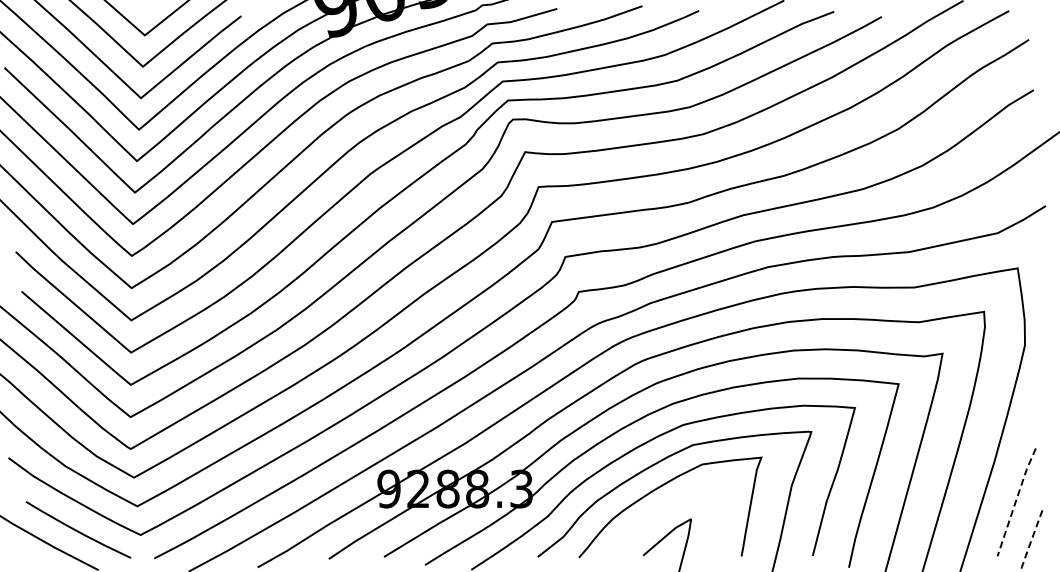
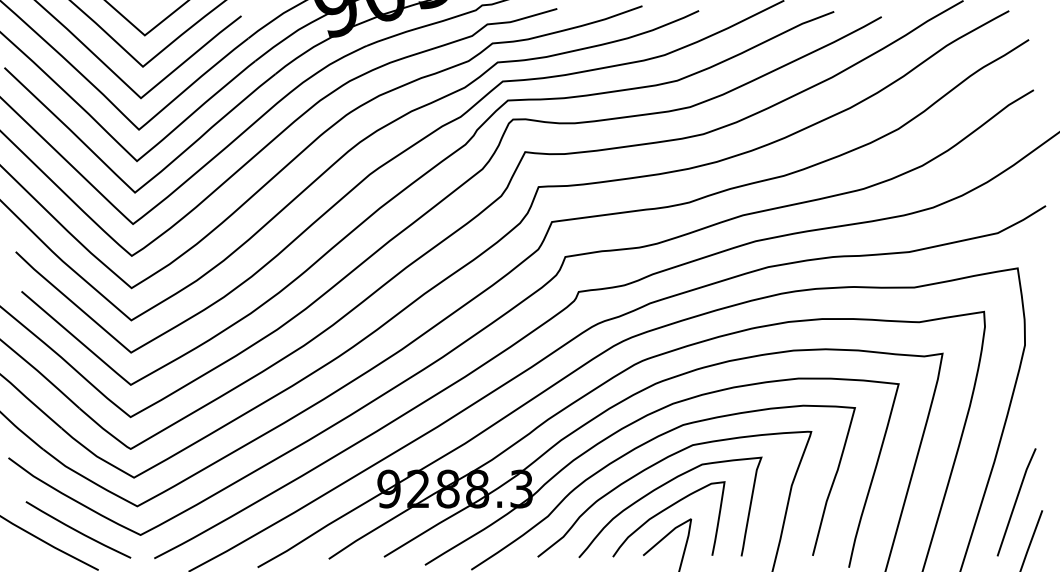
line at (1015, 501): dashed -> solid
curve at (662, 512): none -> present
line at (1030, 541): dashed -> solid
